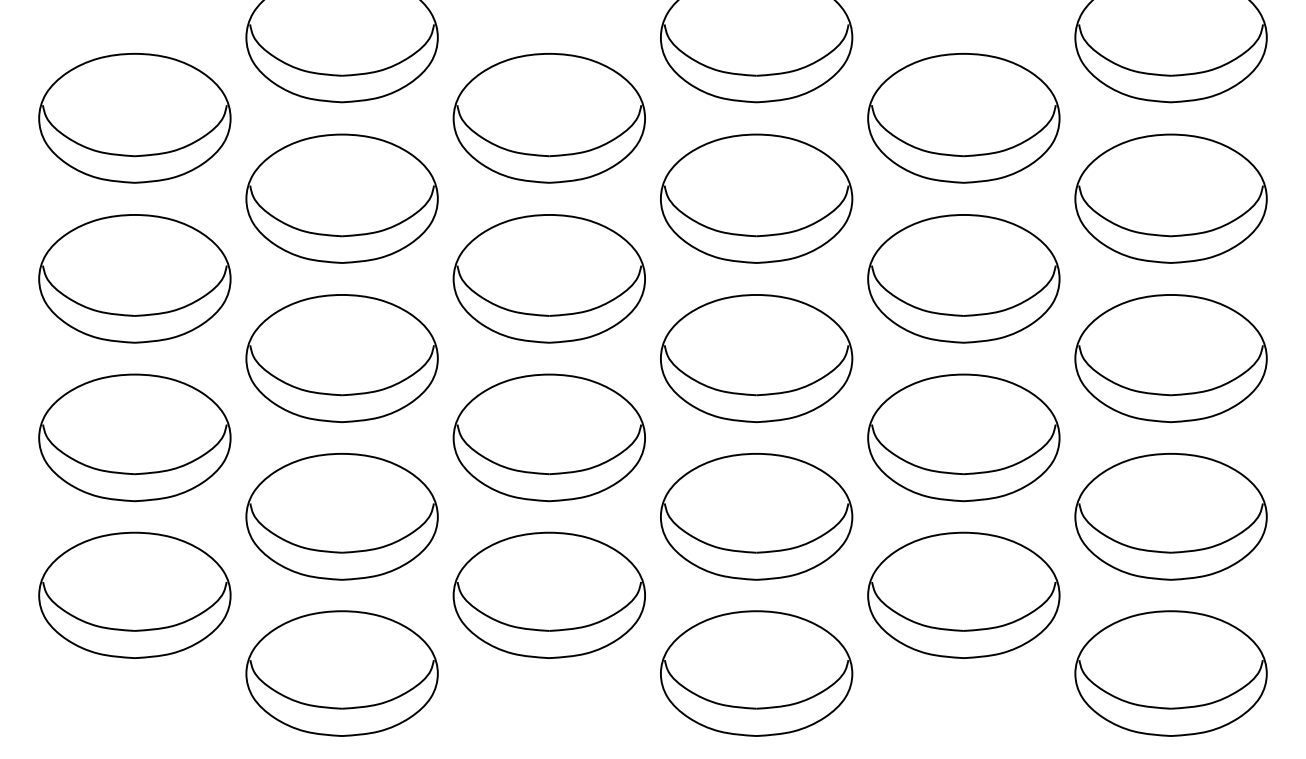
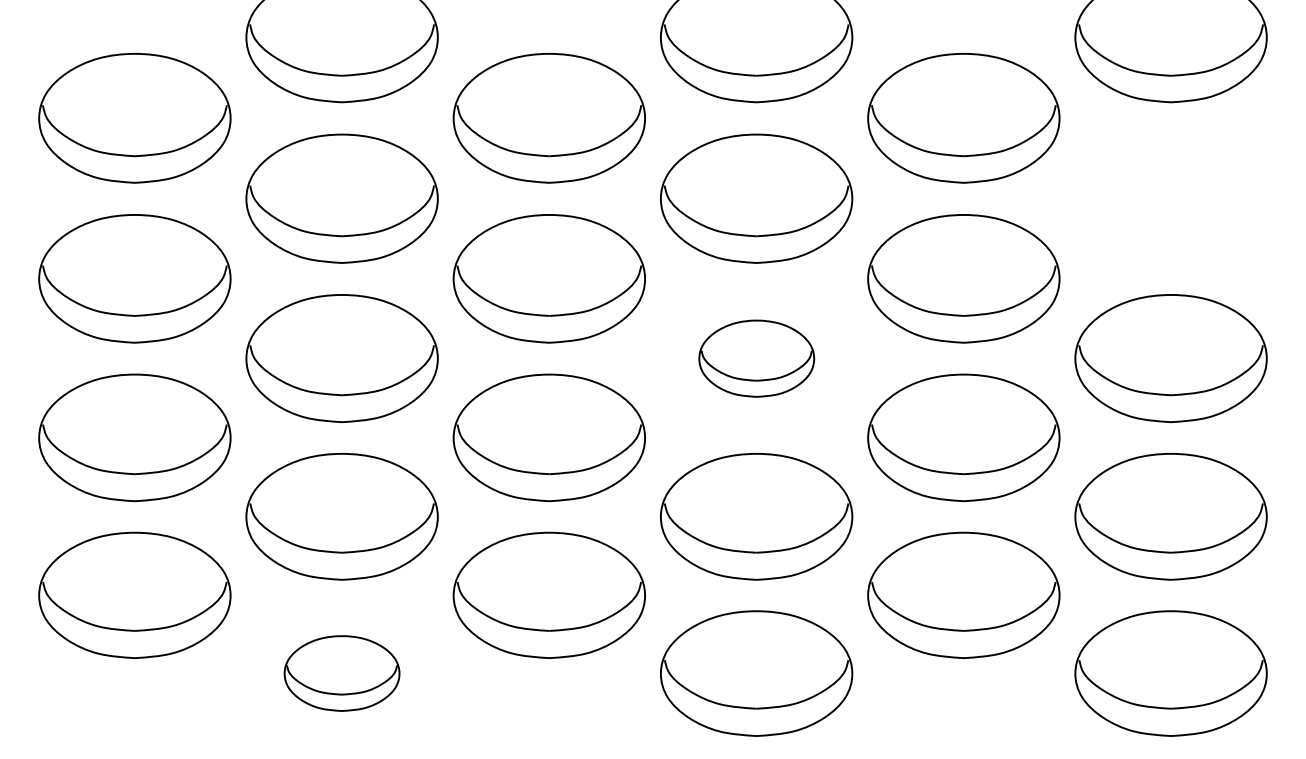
part at (1170, 198): present -> none
part at (756, 358) size: 194x130 px -> 118x79 px
part at (341, 673) size: 194x127 px -> 118x77 px
